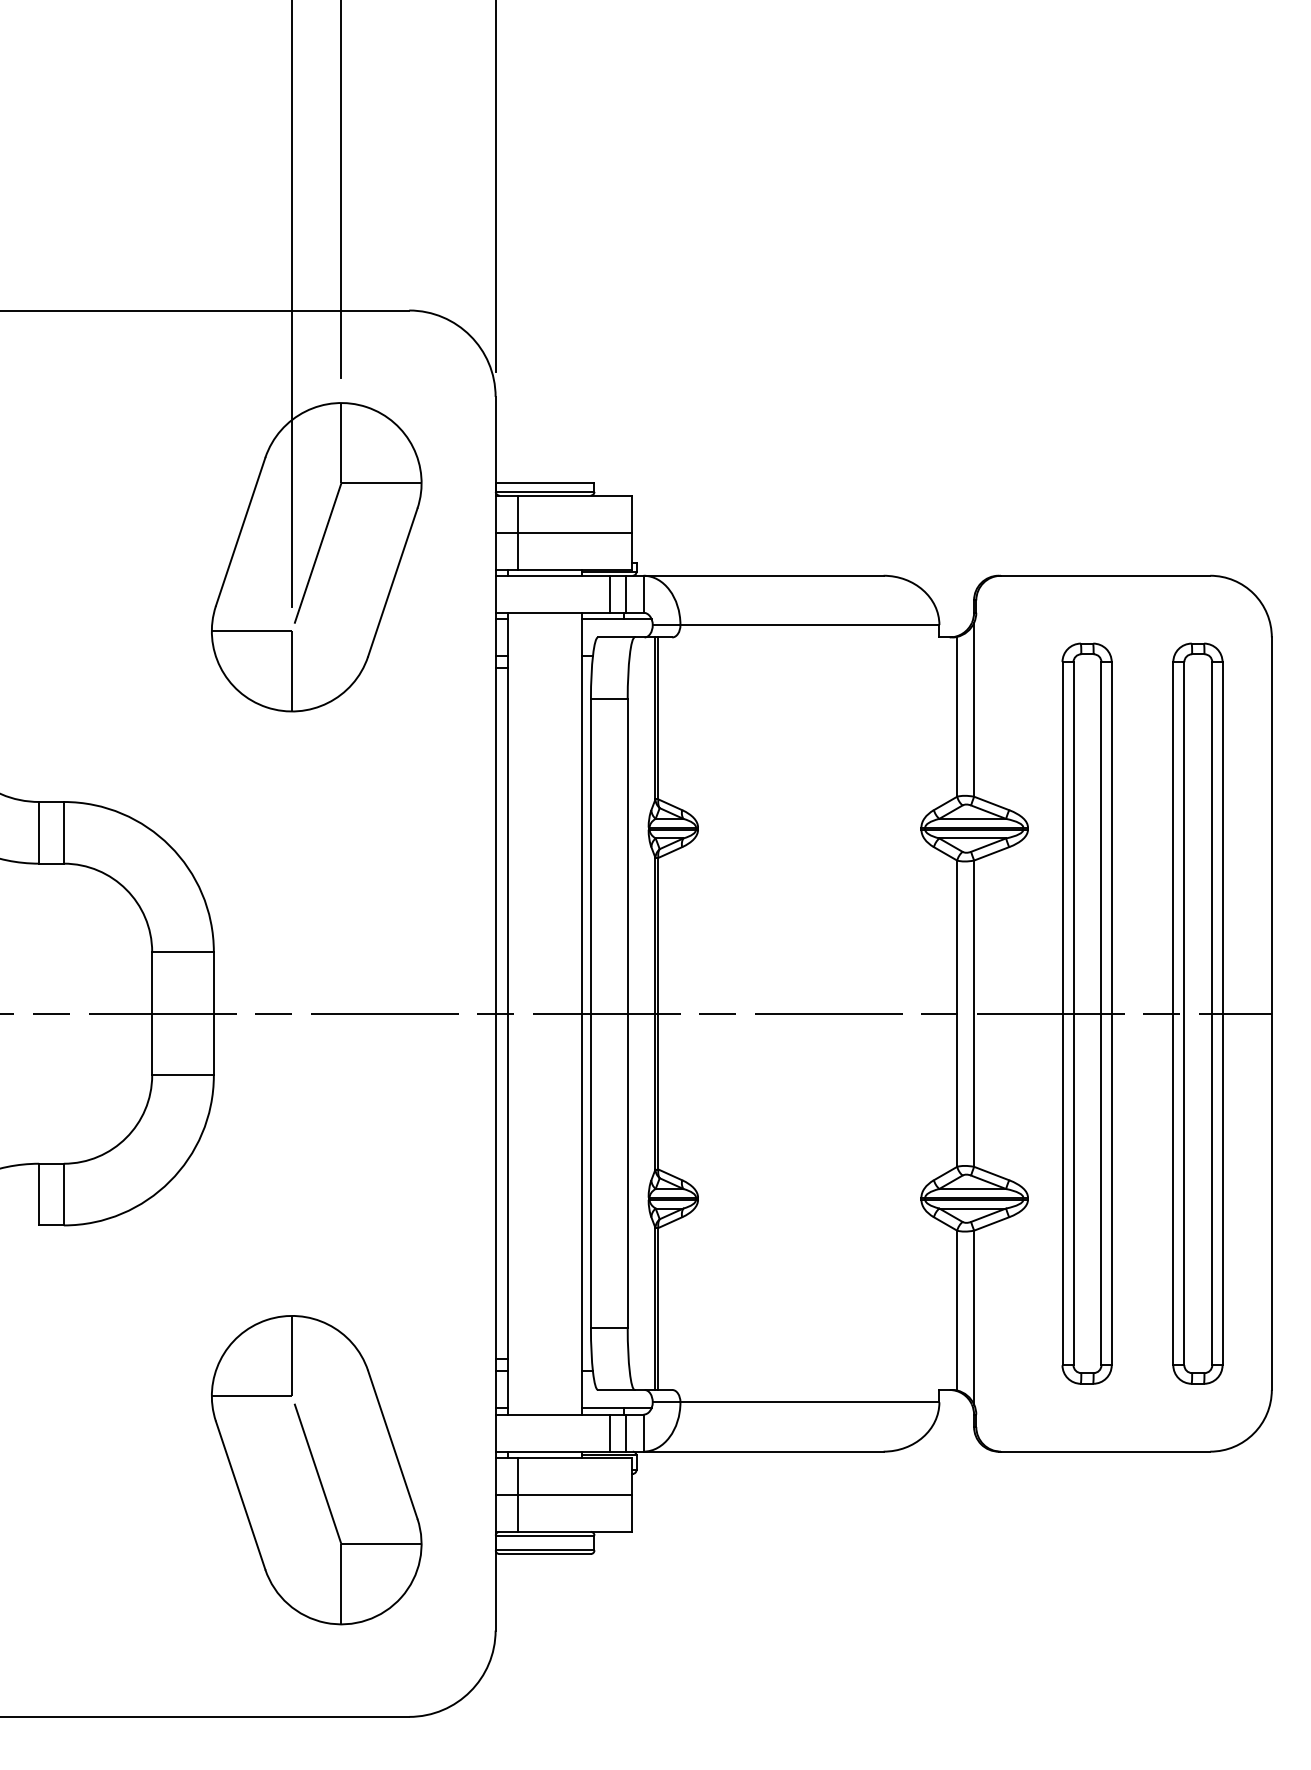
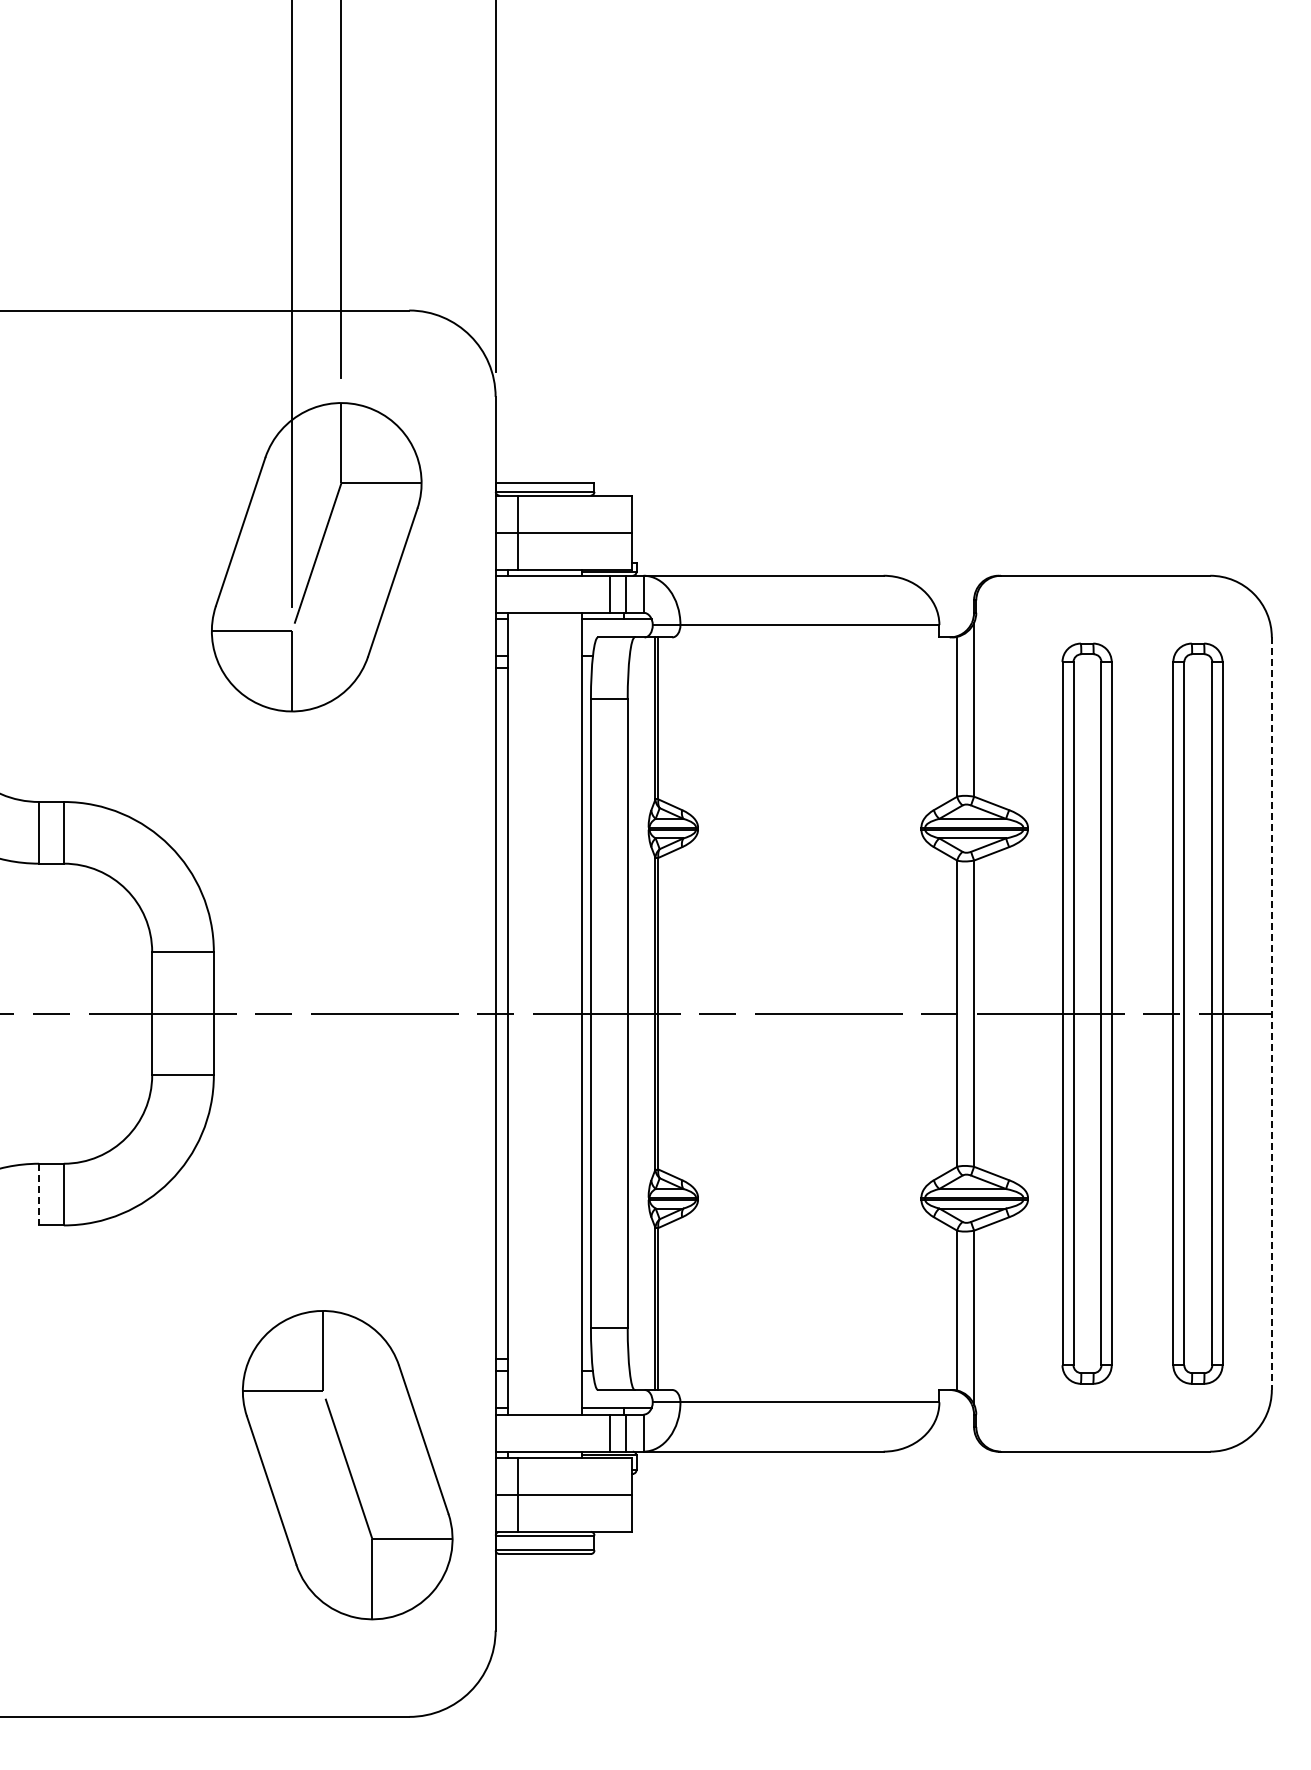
line at (1271, 1014): solid -> dashed
line at (39, 1194): solid -> dashed
part at (316, 1470) position: (316, 1470) -> (347, 1465)
